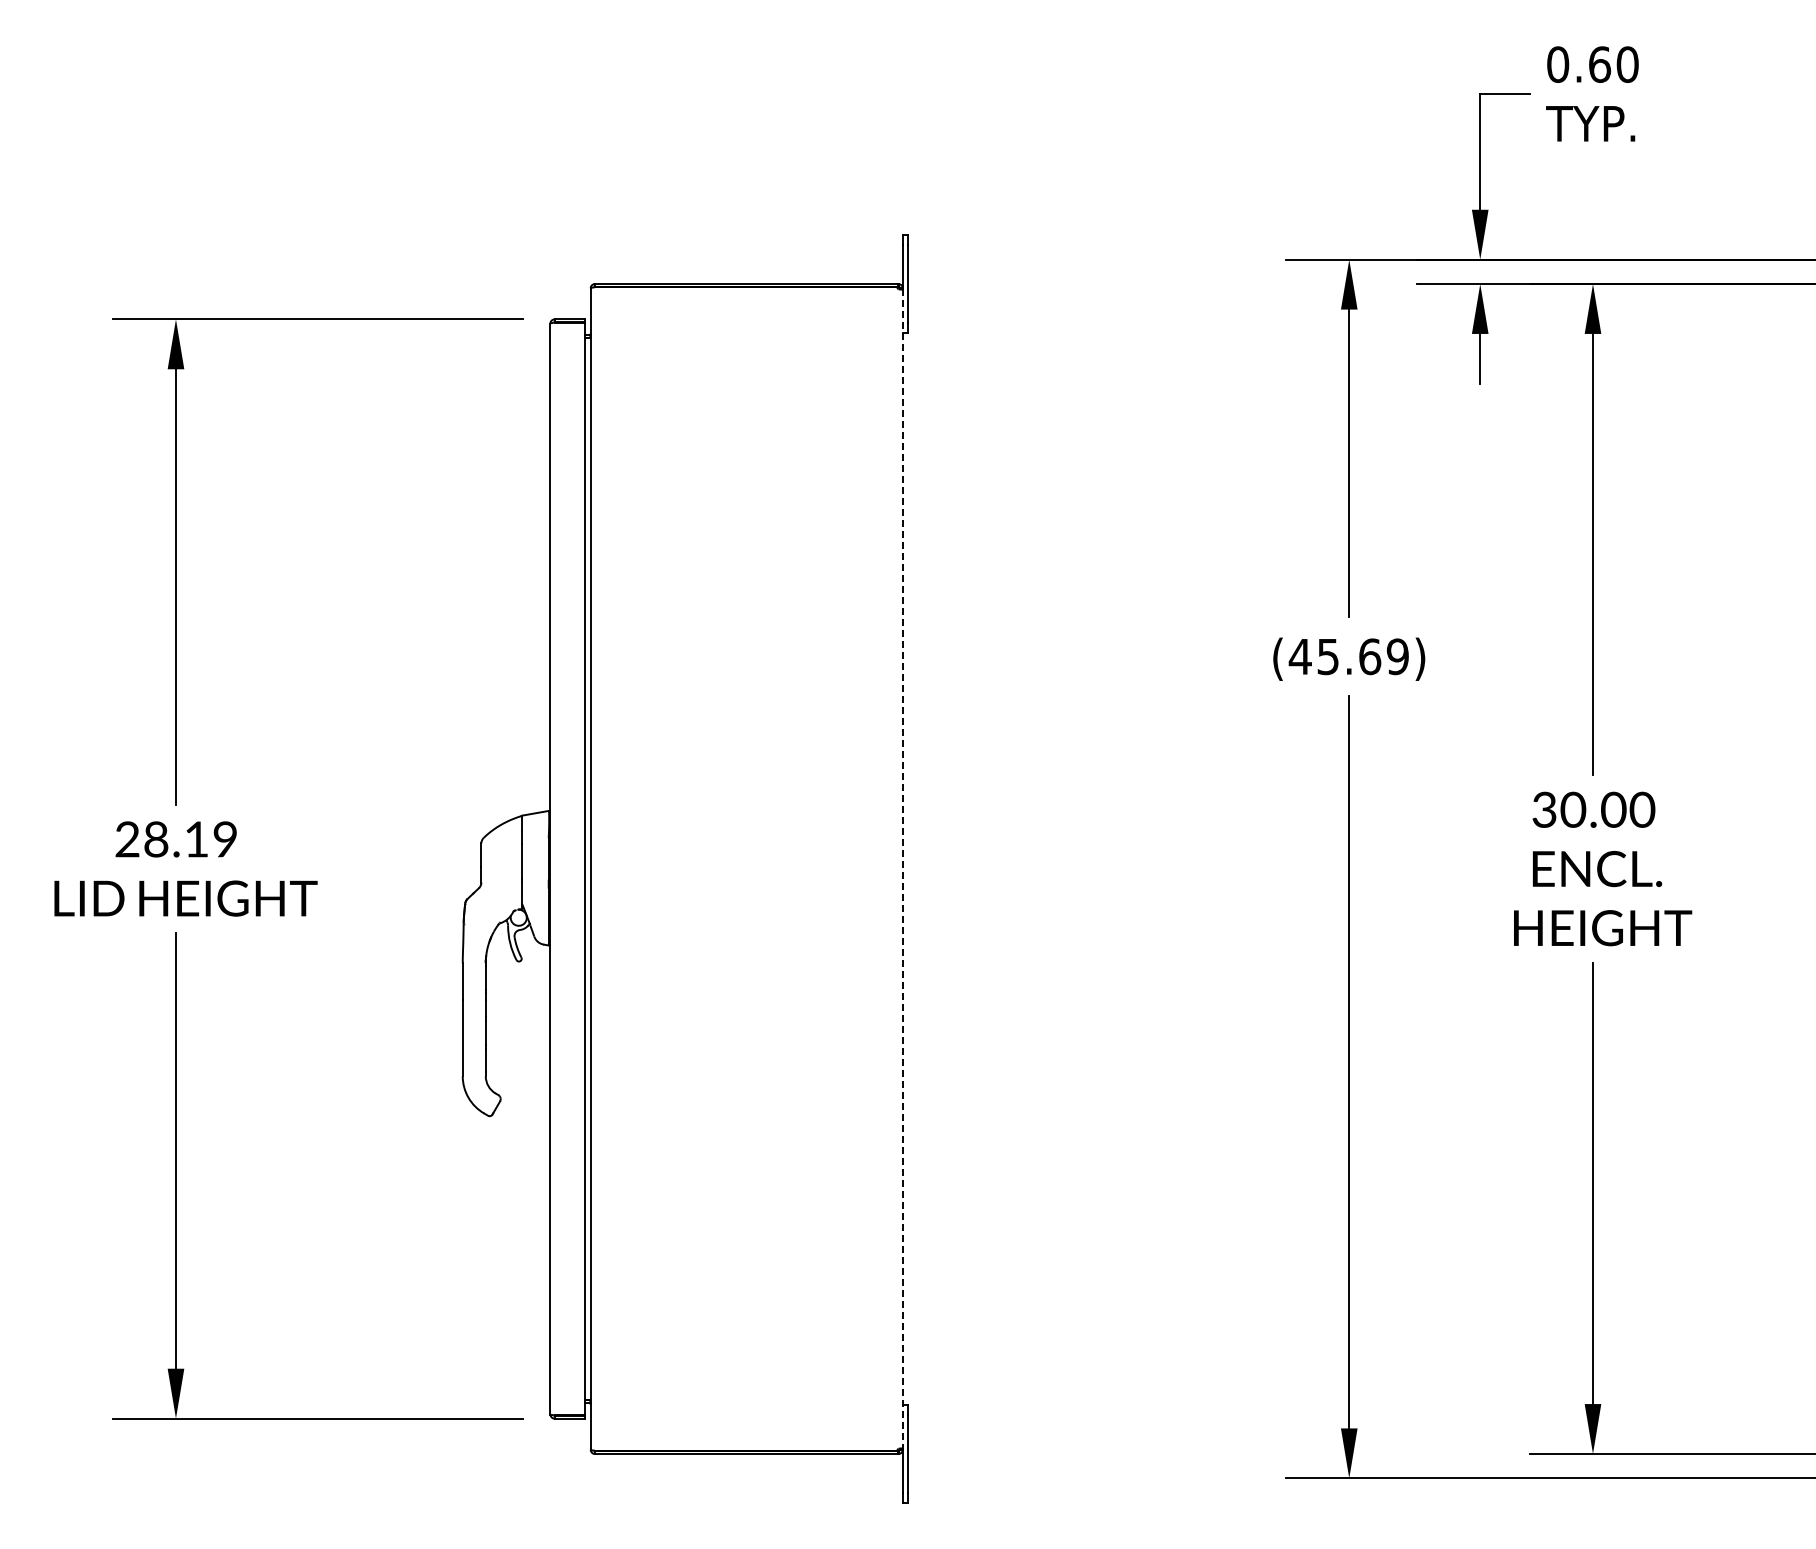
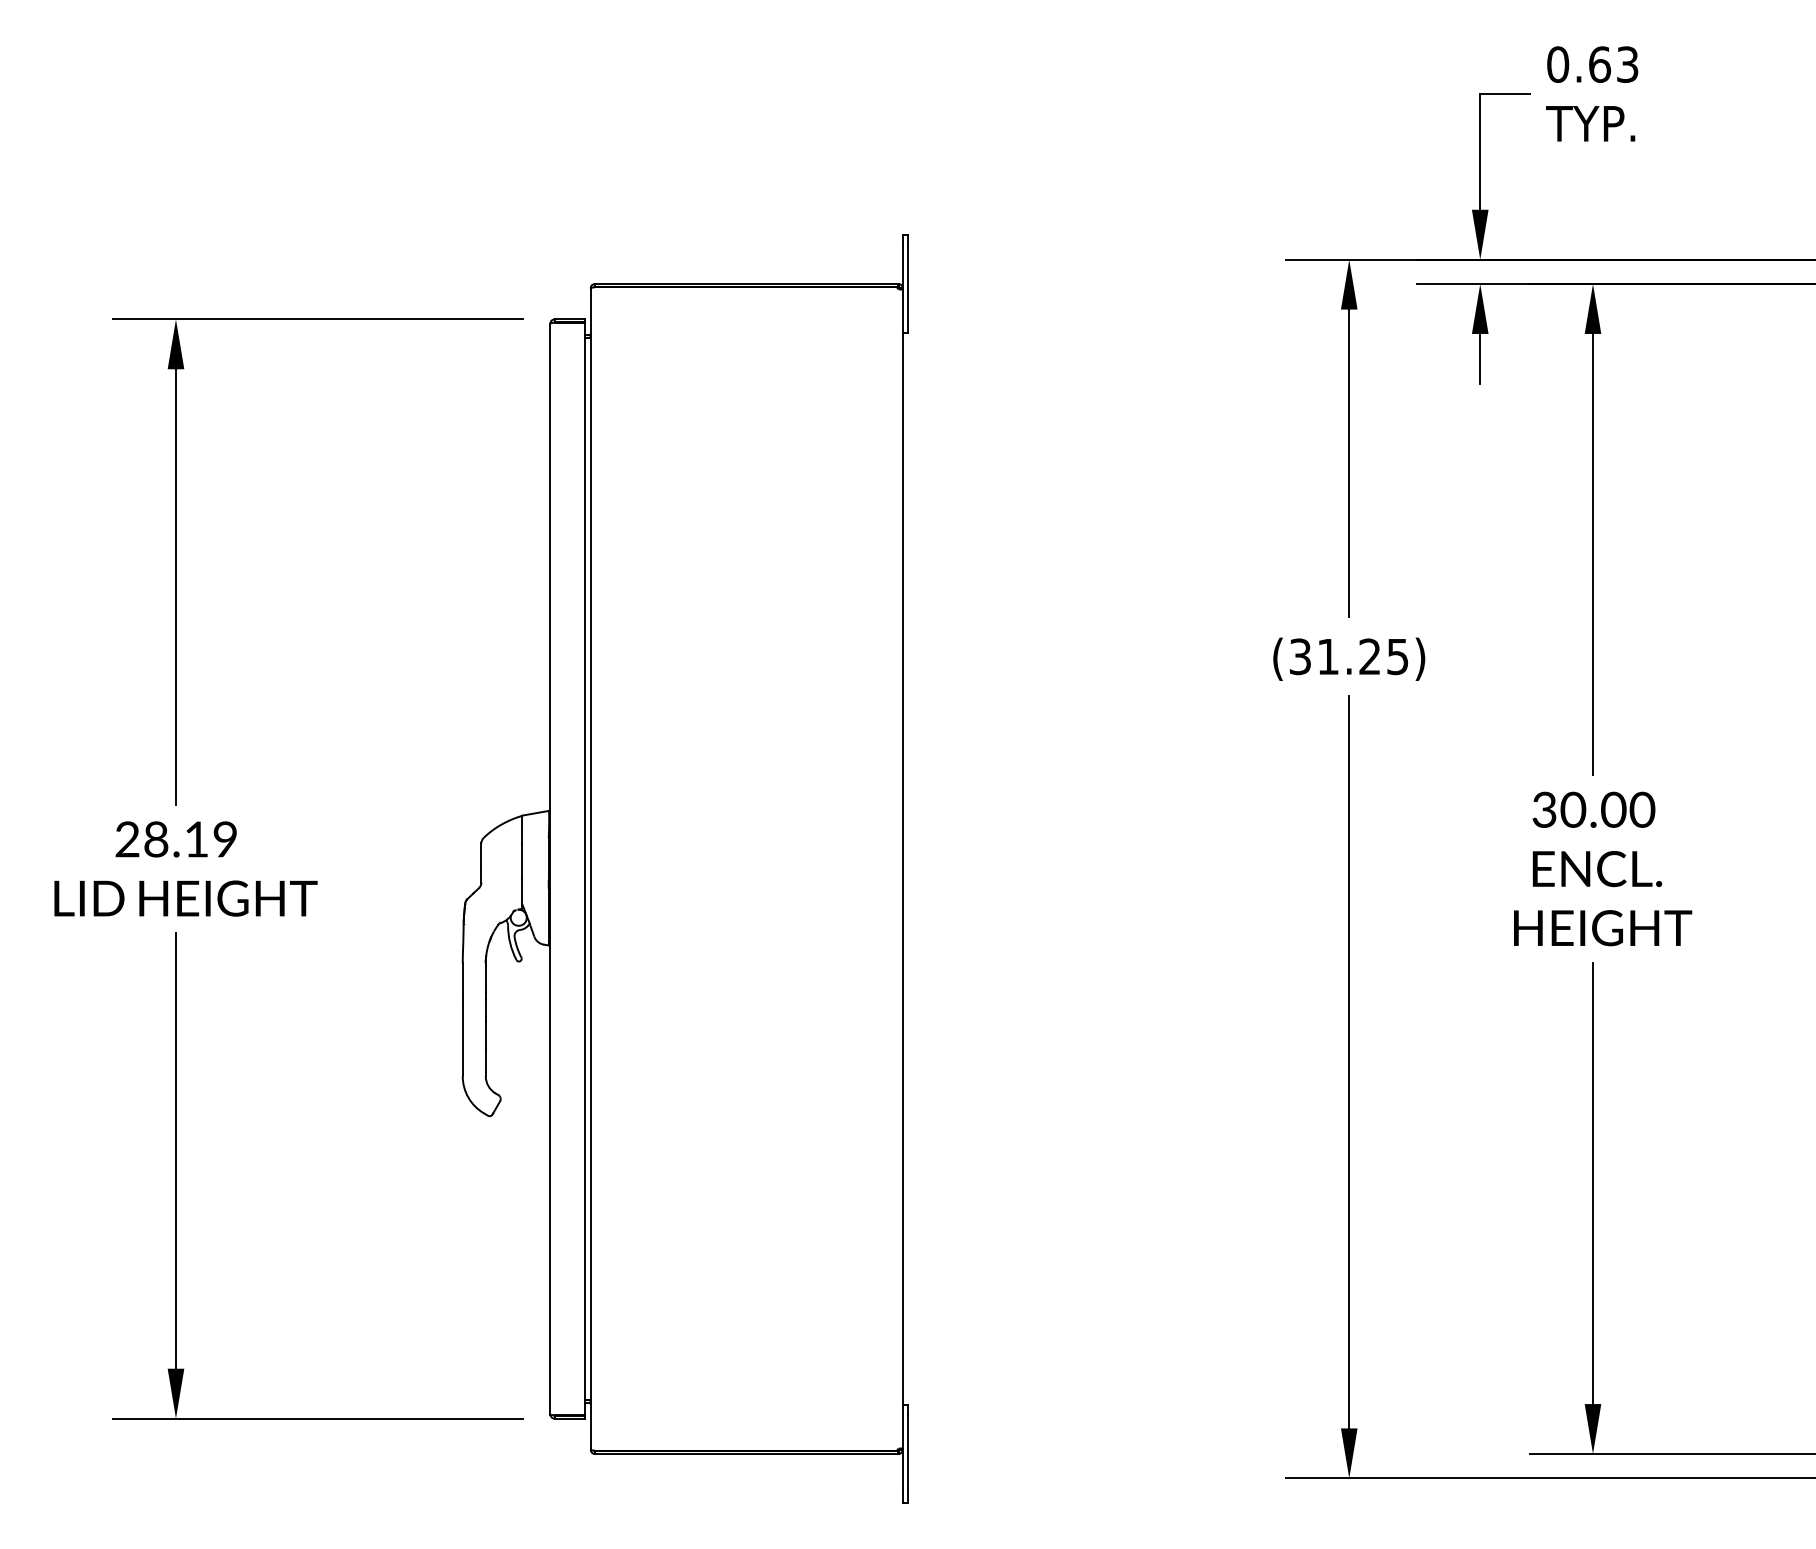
text at (1627, 64): 0.60 -> 0.63
text at (1348, 656): (45.69) -> (31.25)
line at (902, 869): dashed -> solid
